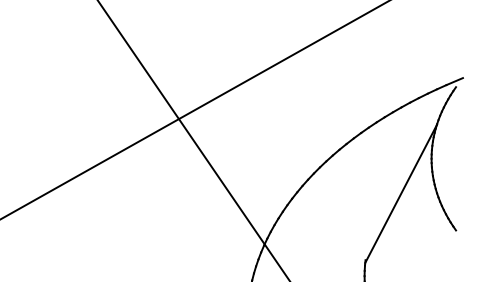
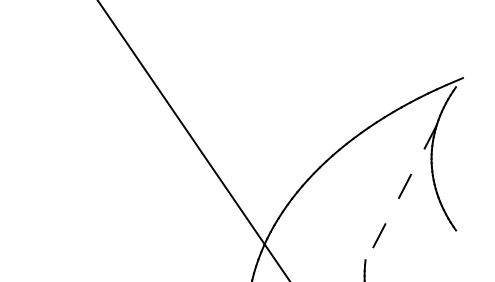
line at (194, 110): present -> none
line at (401, 193): solid -> dashed
